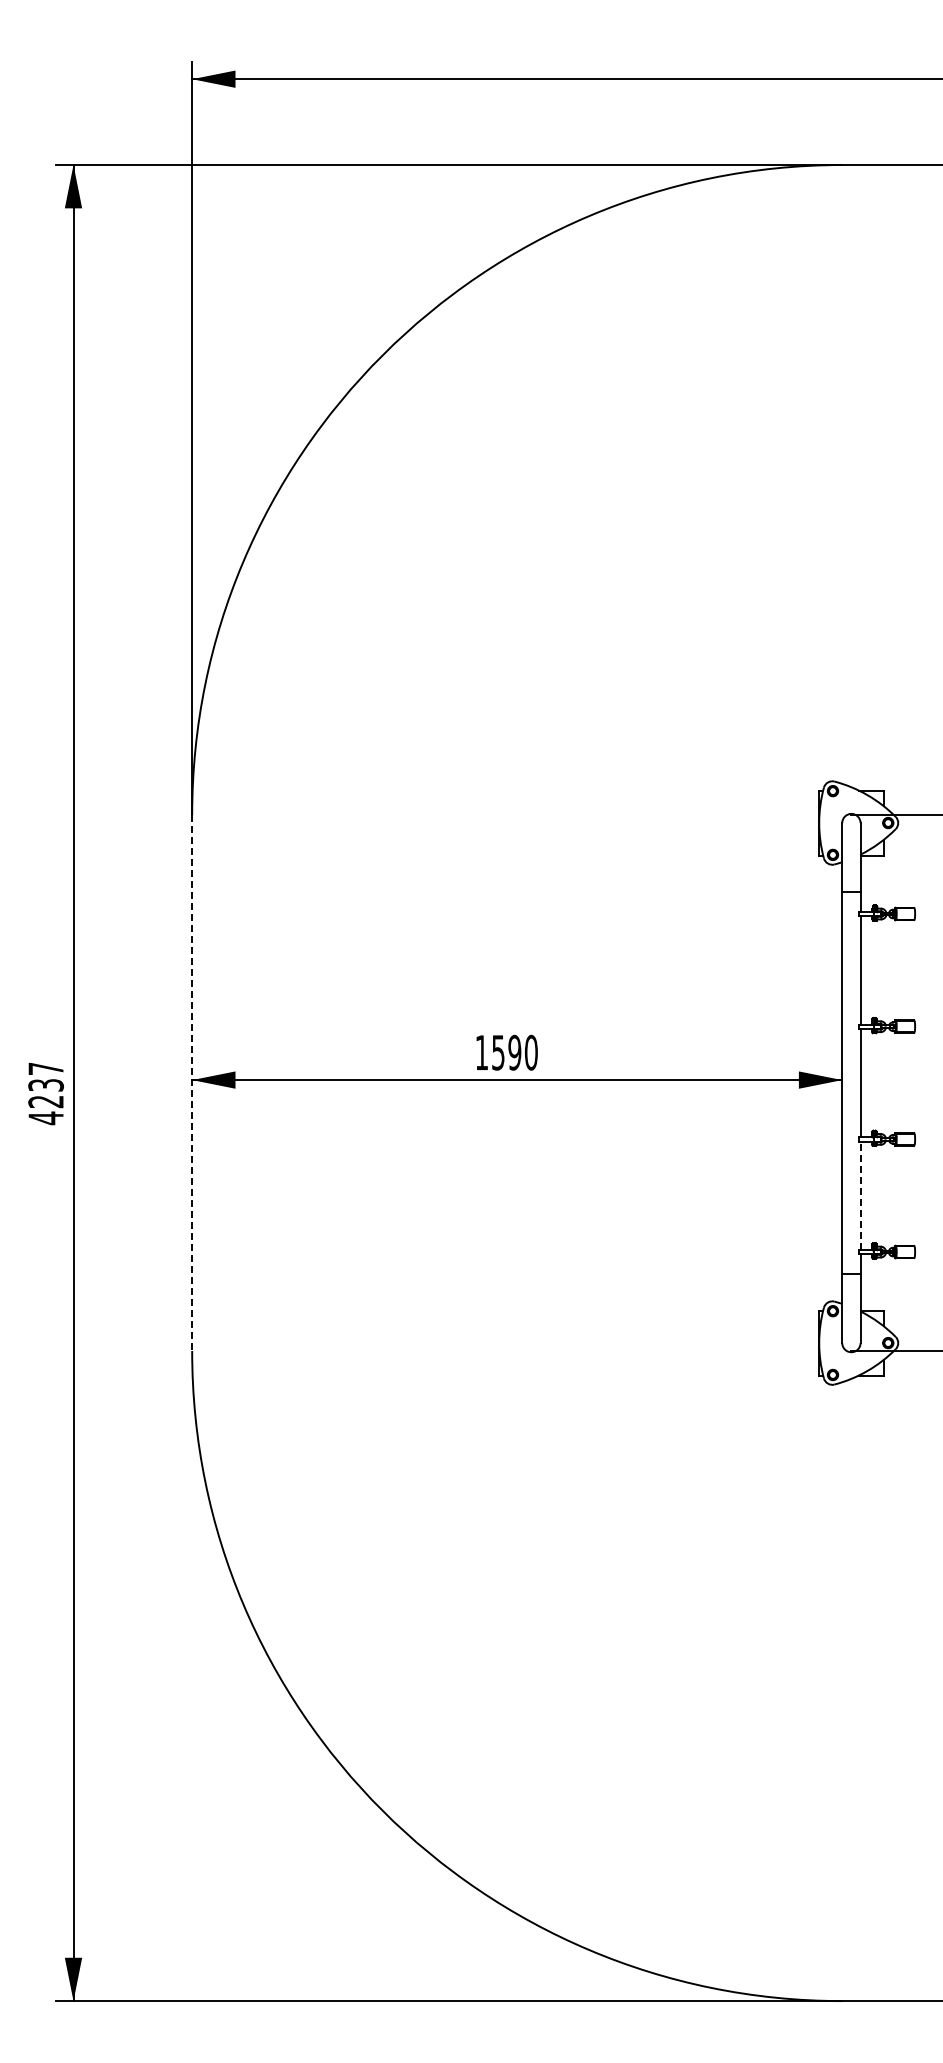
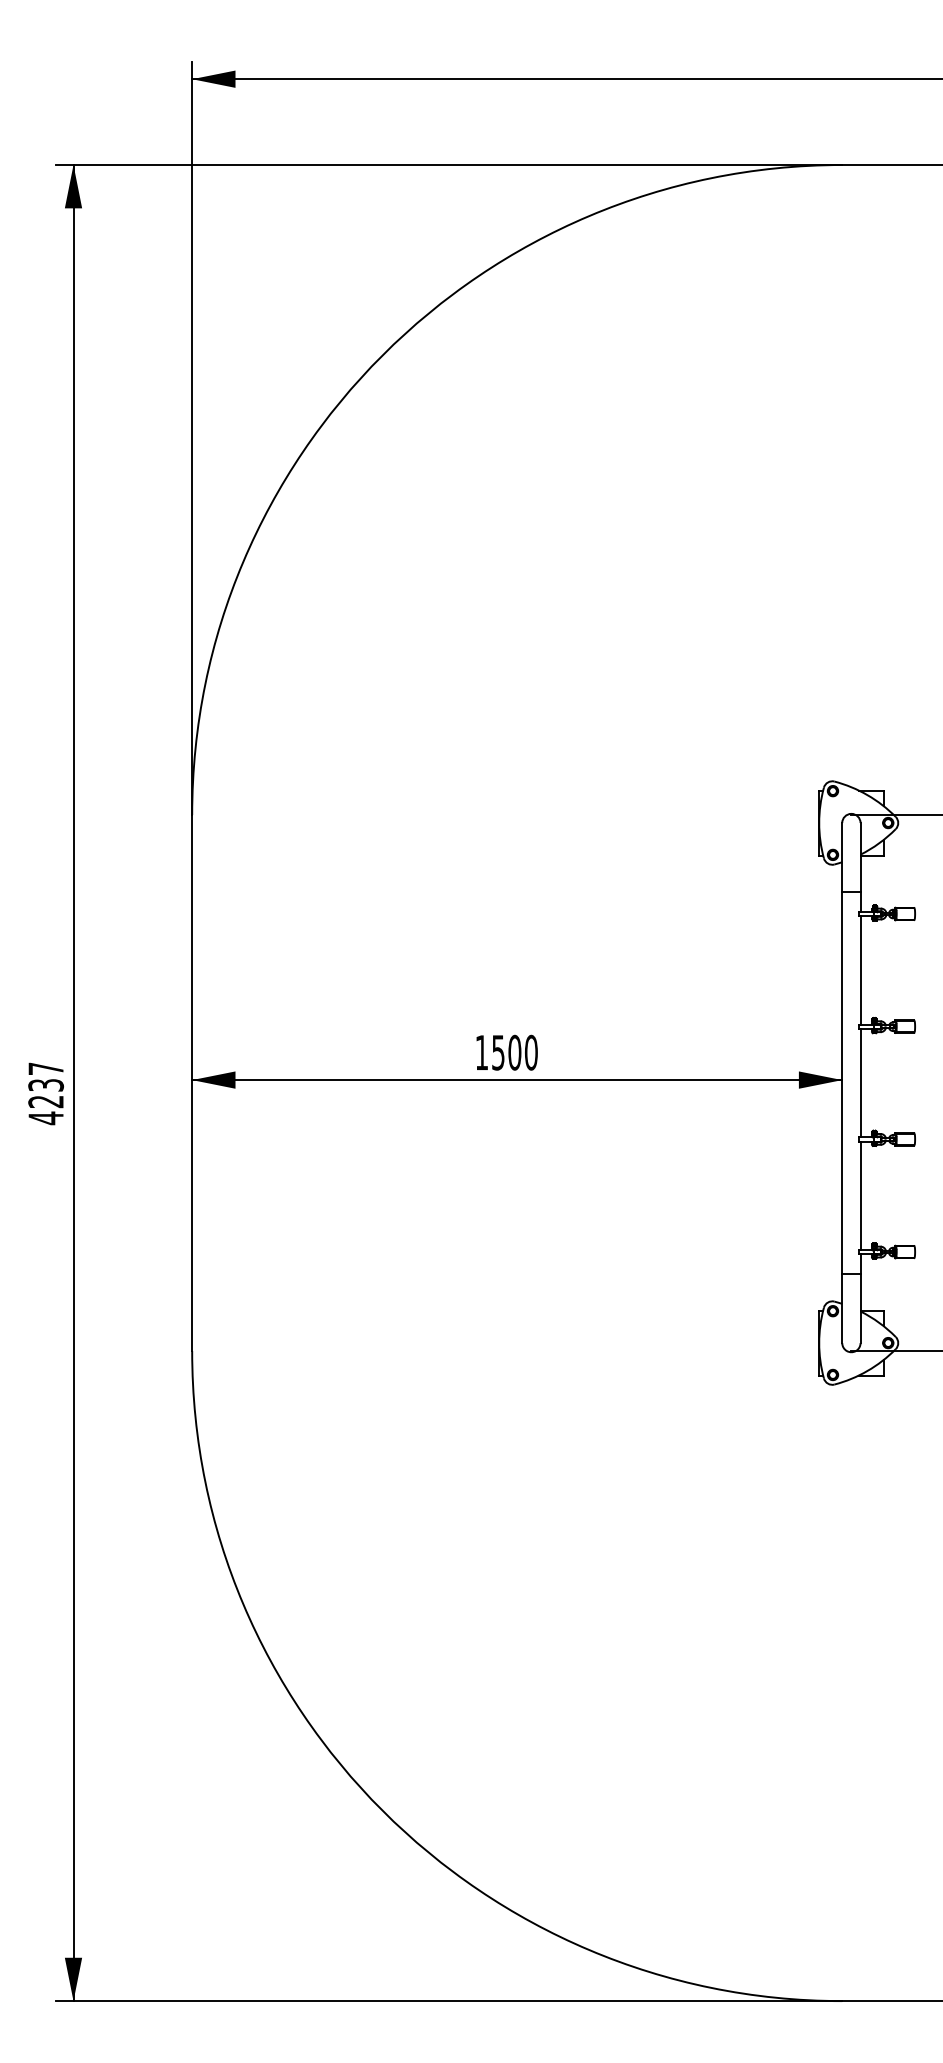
text at (514, 1052): 1590 -> 1500
line at (192, 1083): dashed -> solid
line at (860, 1195): dashed -> solid
